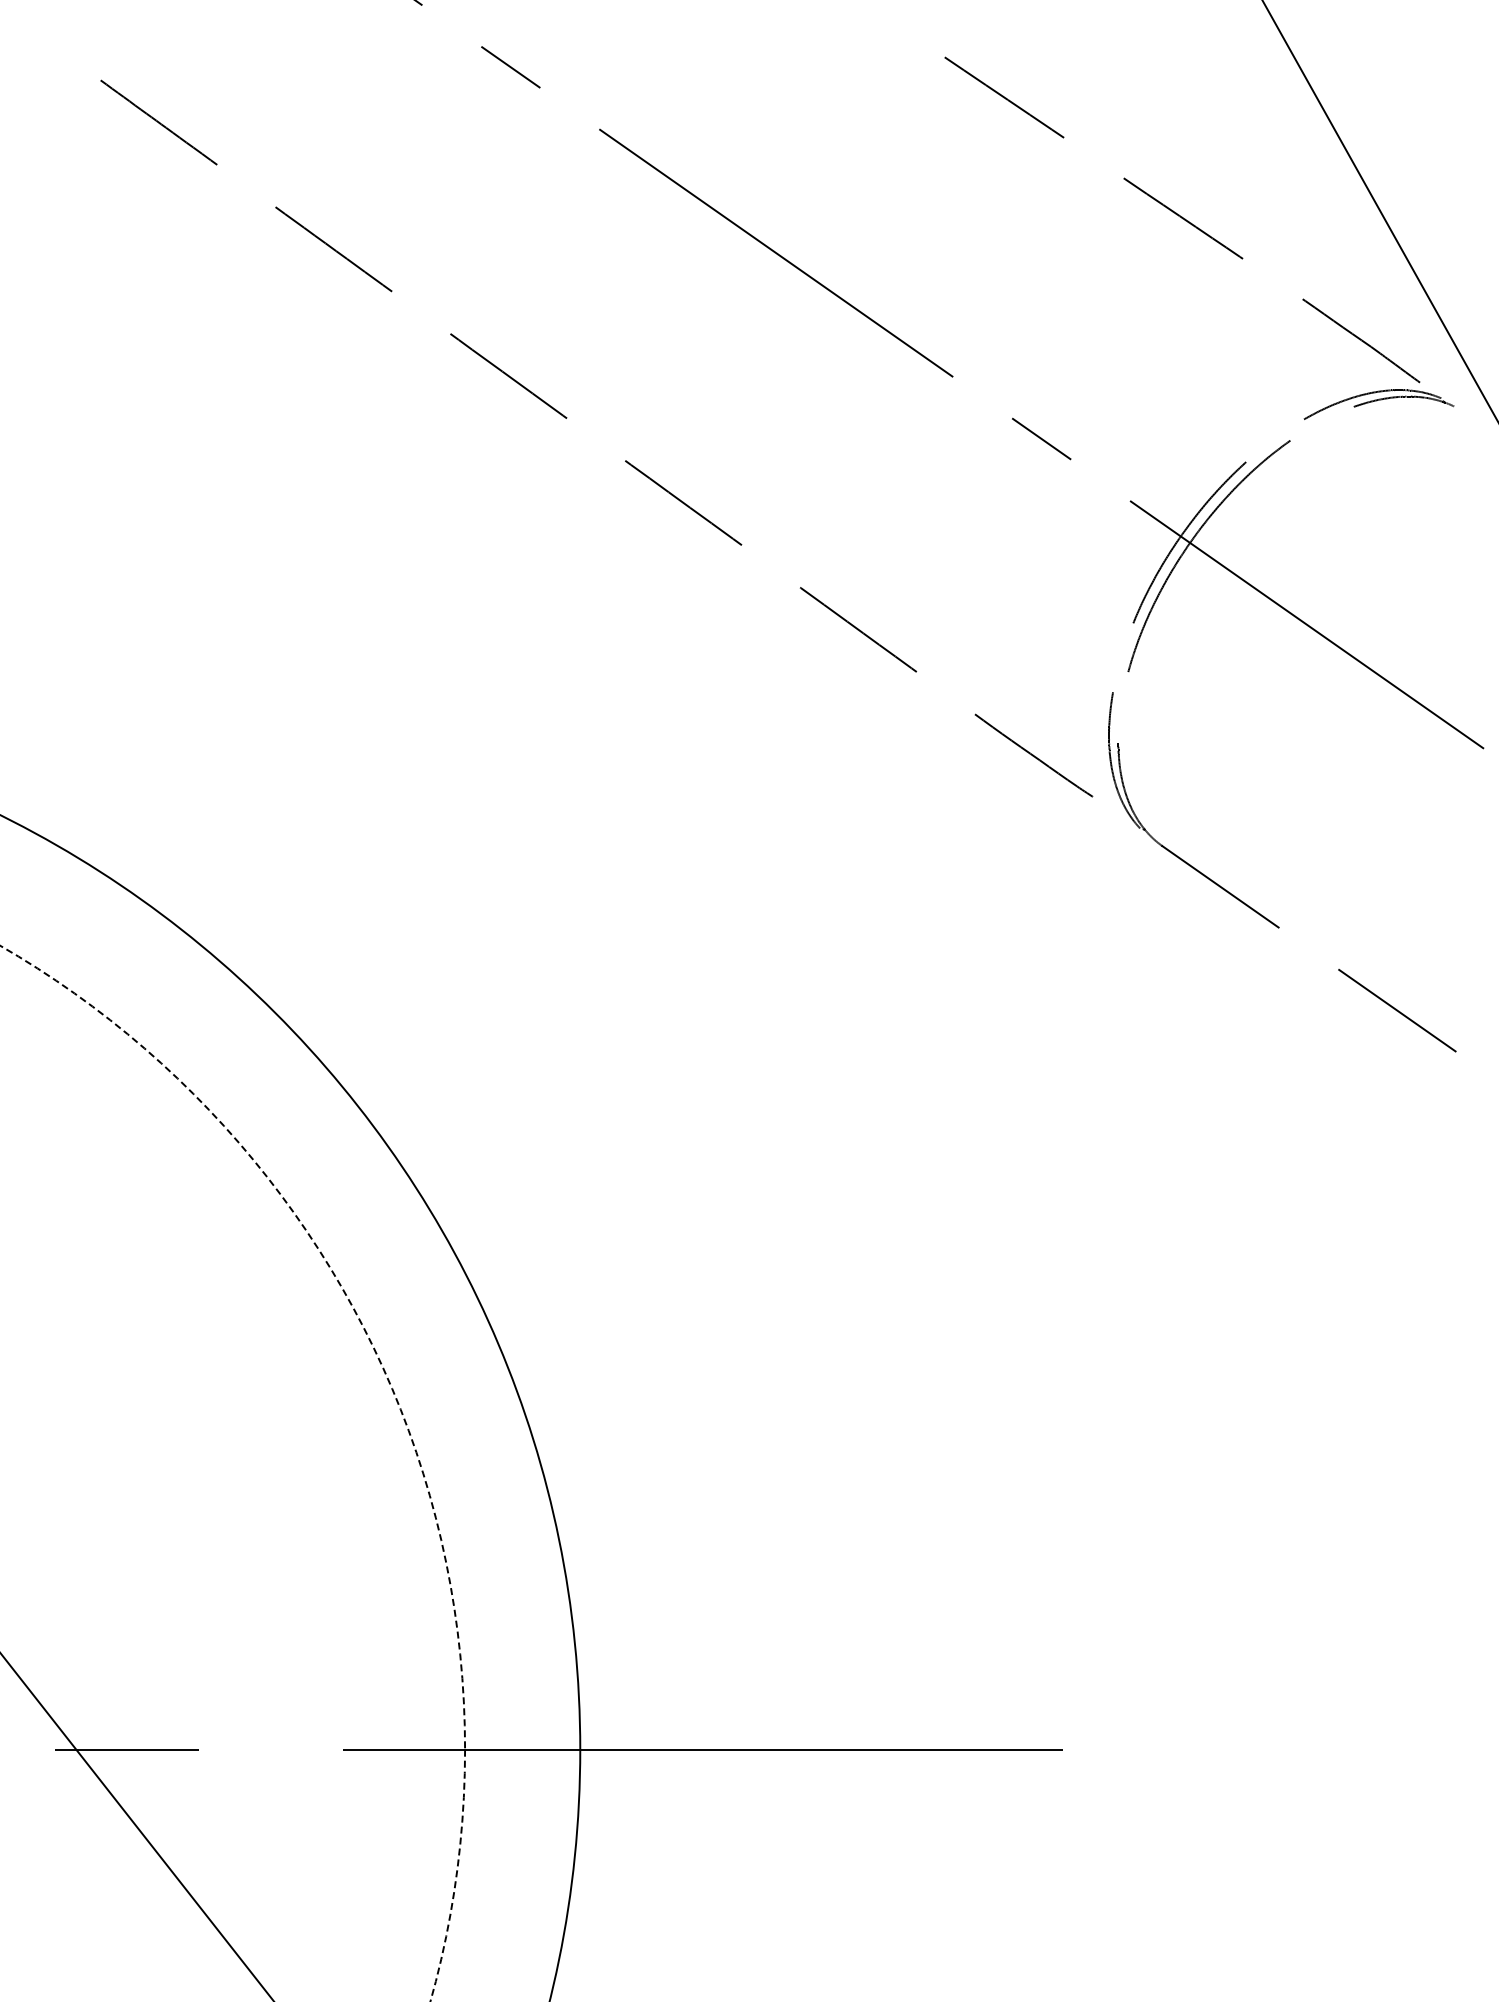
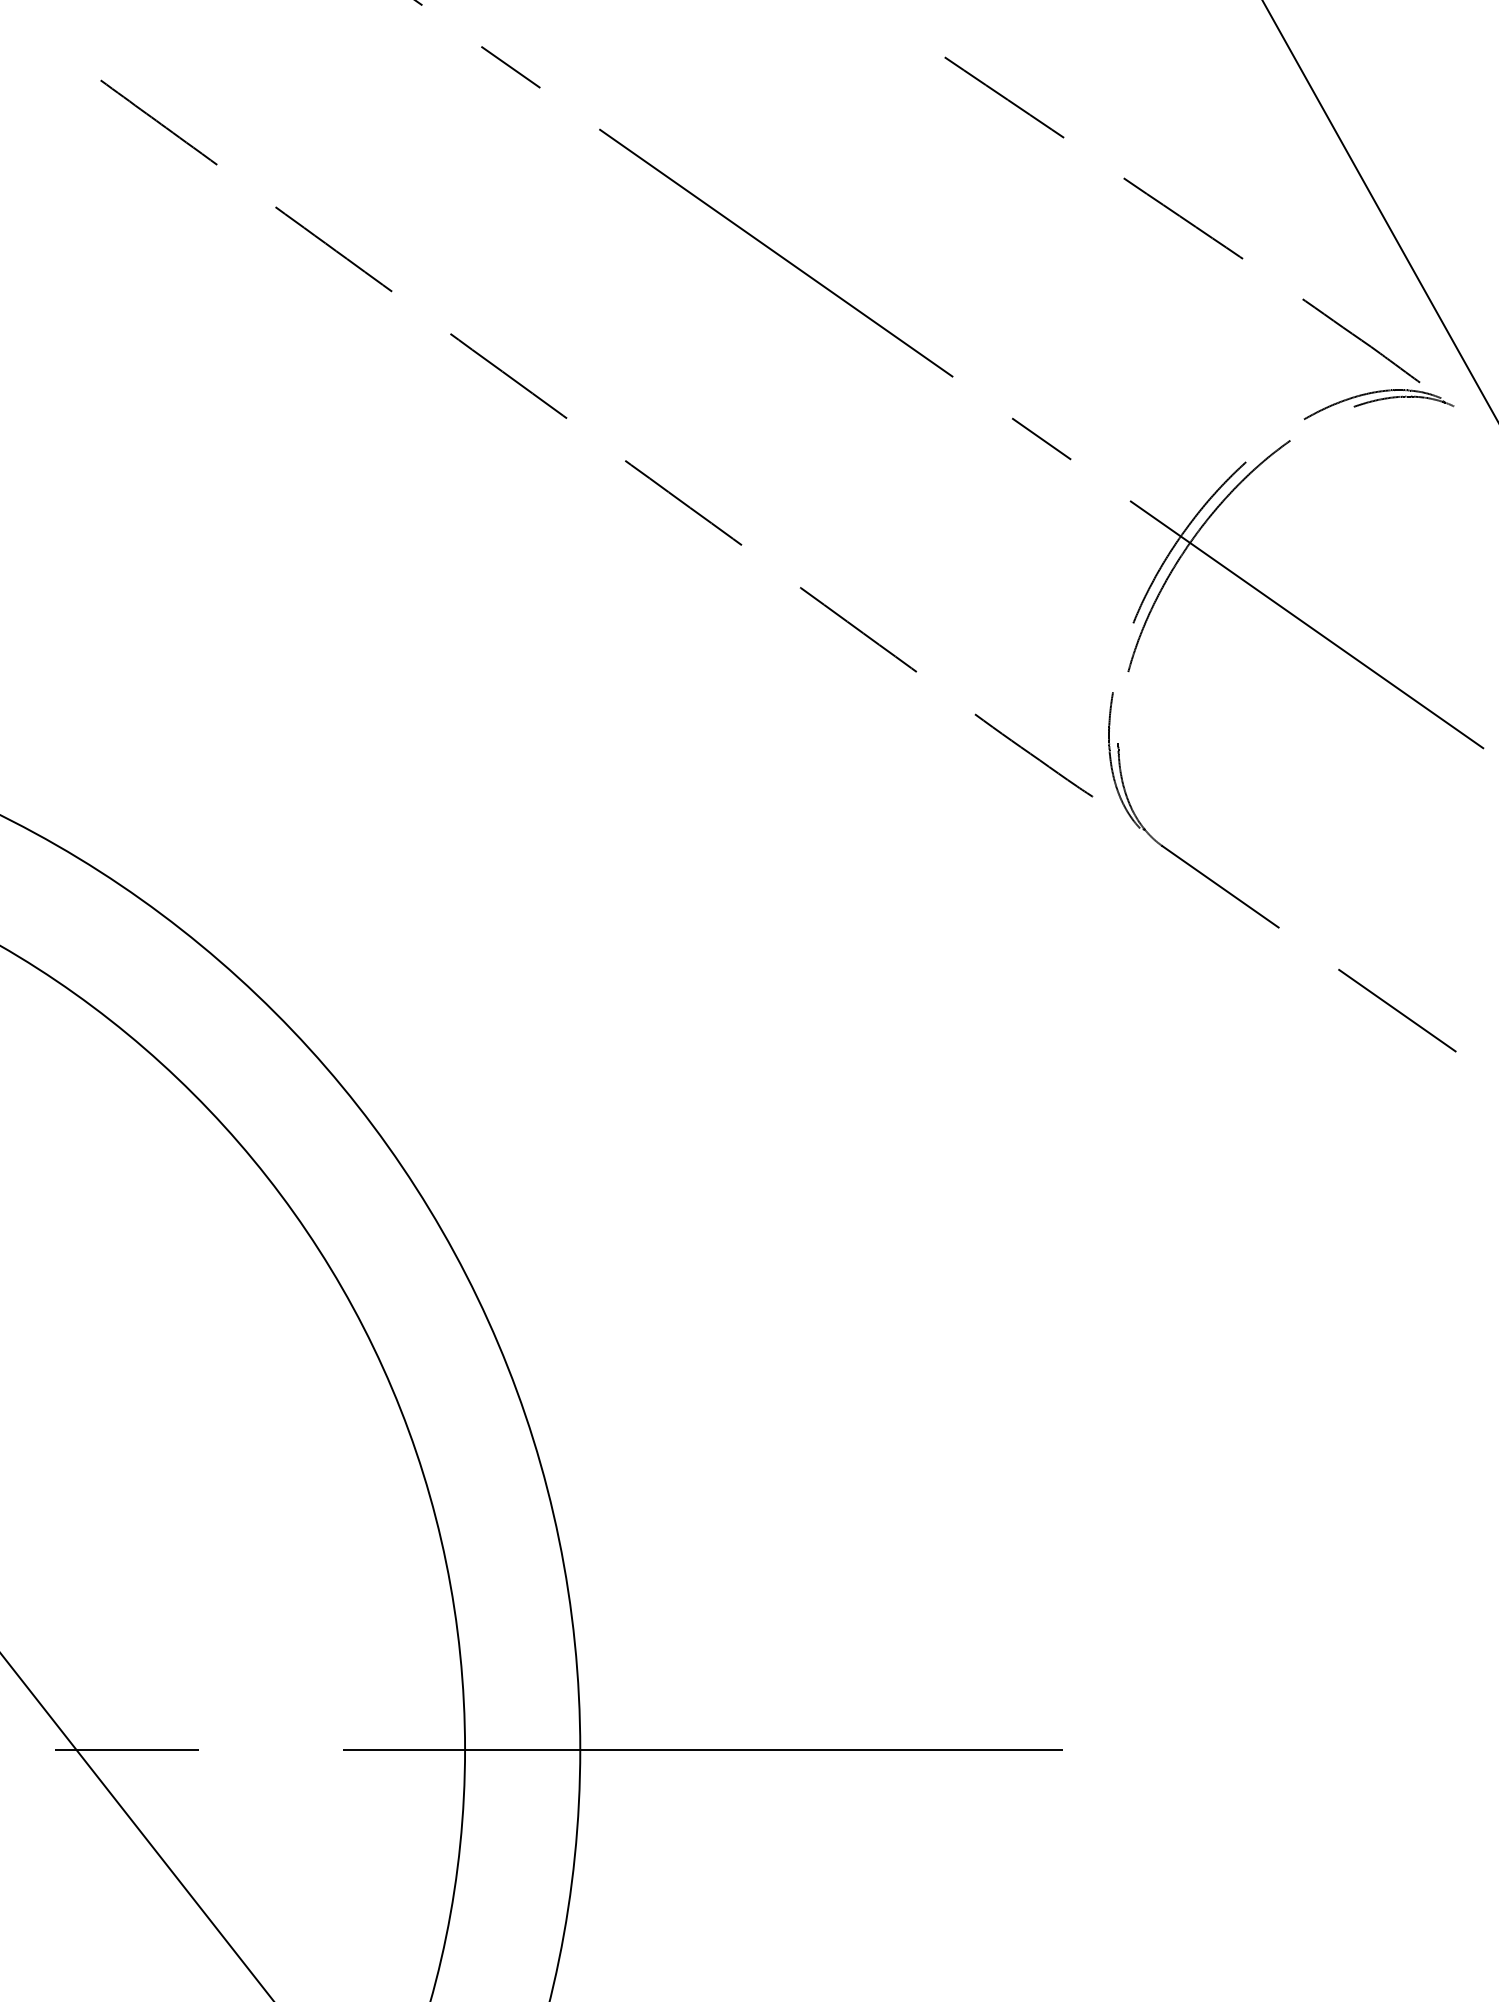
circle at (232, 1473): dashed -> solid
